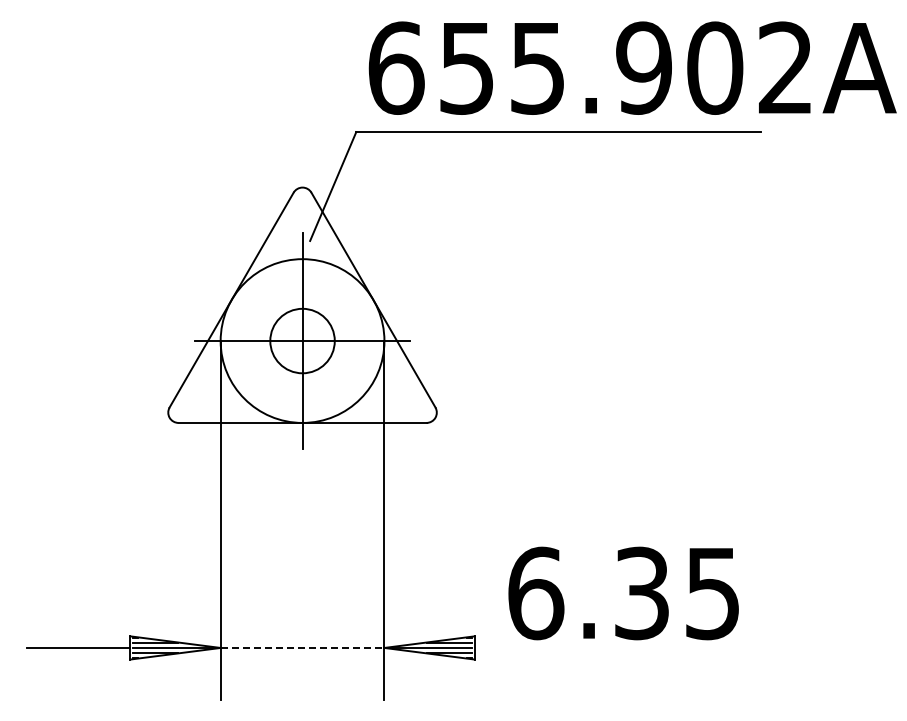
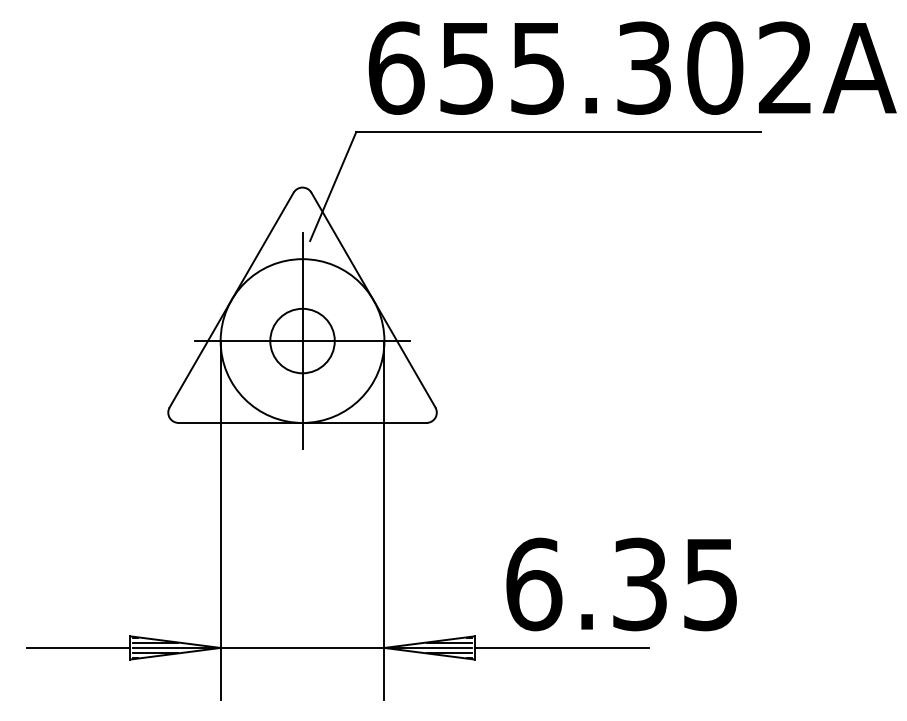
text at (643, 67): 655.902A -> 655.302A
text at (623, 593) position: (623, 593) -> (621, 584)
line at (302, 647): dashed -> solid
line at (561, 647): none -> present
